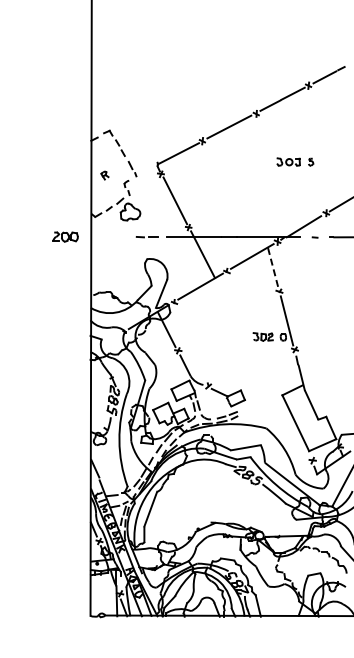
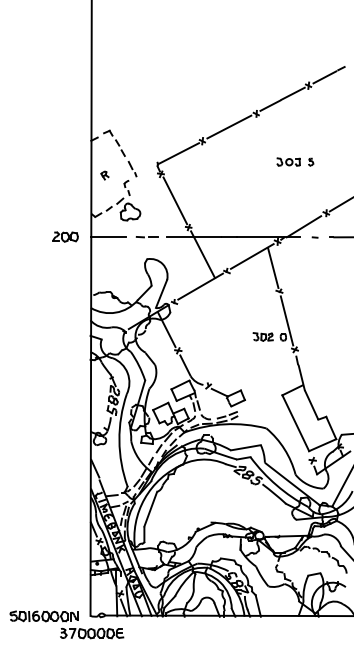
line at (108, 236): none -> present
line at (273, 268): dashed -> solid
part at (66, 624): none -> present
